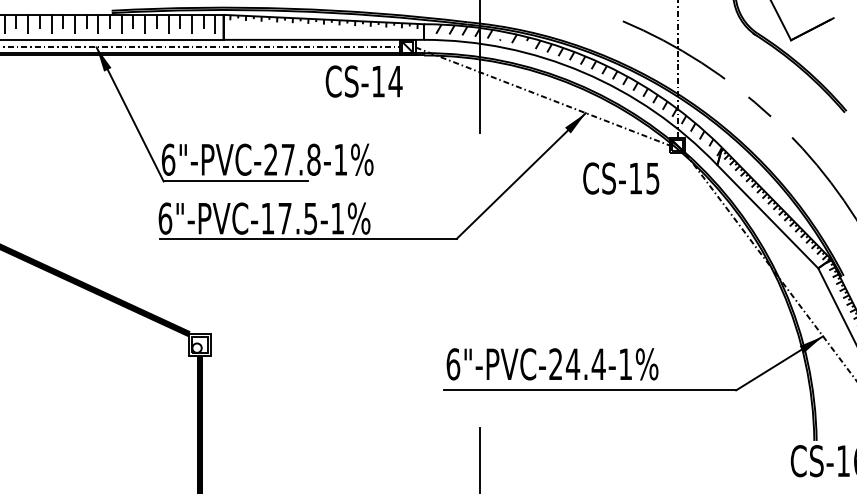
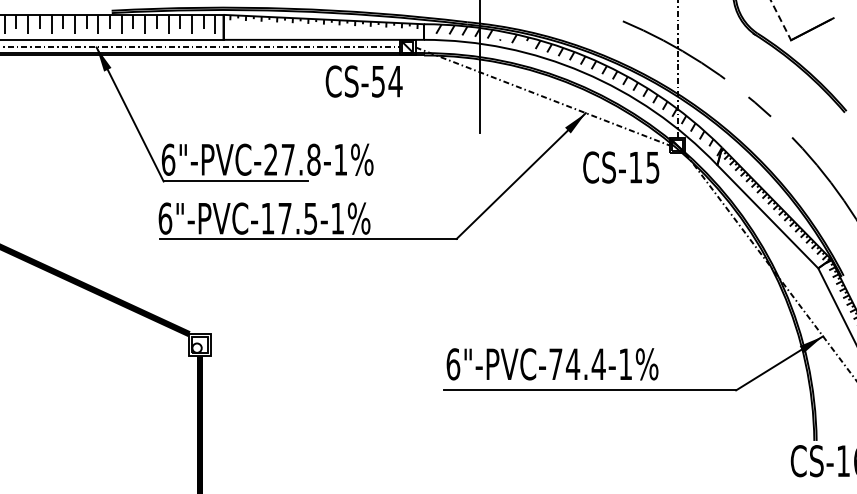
line at (781, 20): solid -> dashed
text at (378, 81): CS-14 -> CS-54
text at (621, 178) position: (621, 178) -> (621, 167)
text at (555, 363): 6"-PVC-24.4-1%%% -> 6"-PVC-74.4-1%%%
line at (479, 459): present -> none
